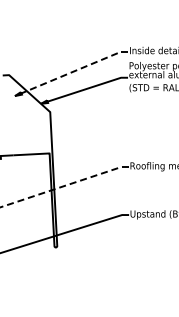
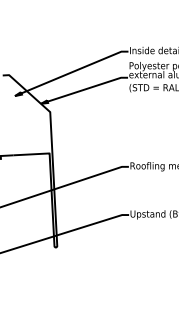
line at (71, 72): dashed -> solid
line at (64, 186): dashed -> solid
